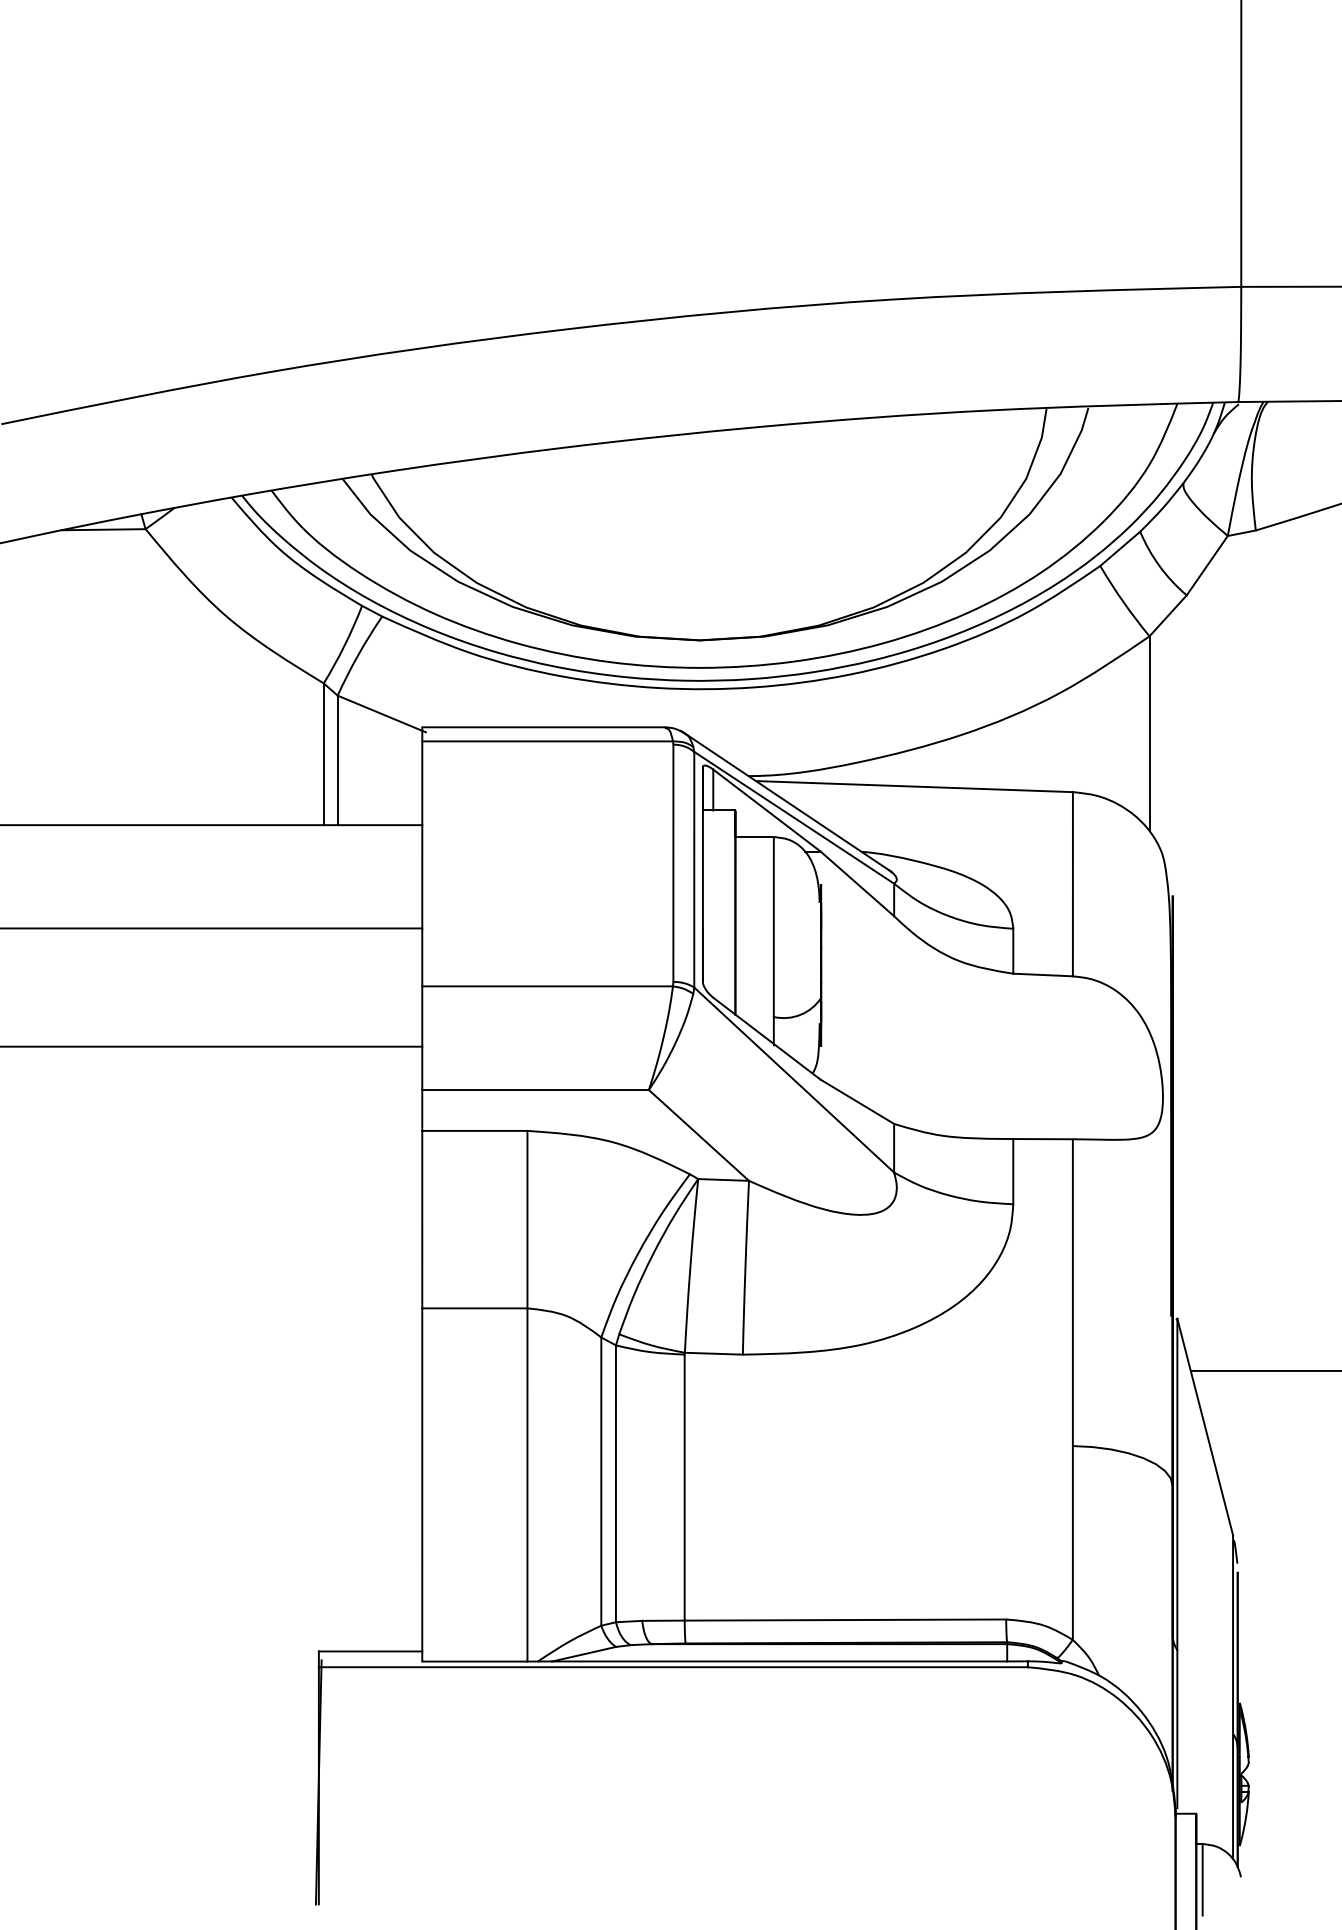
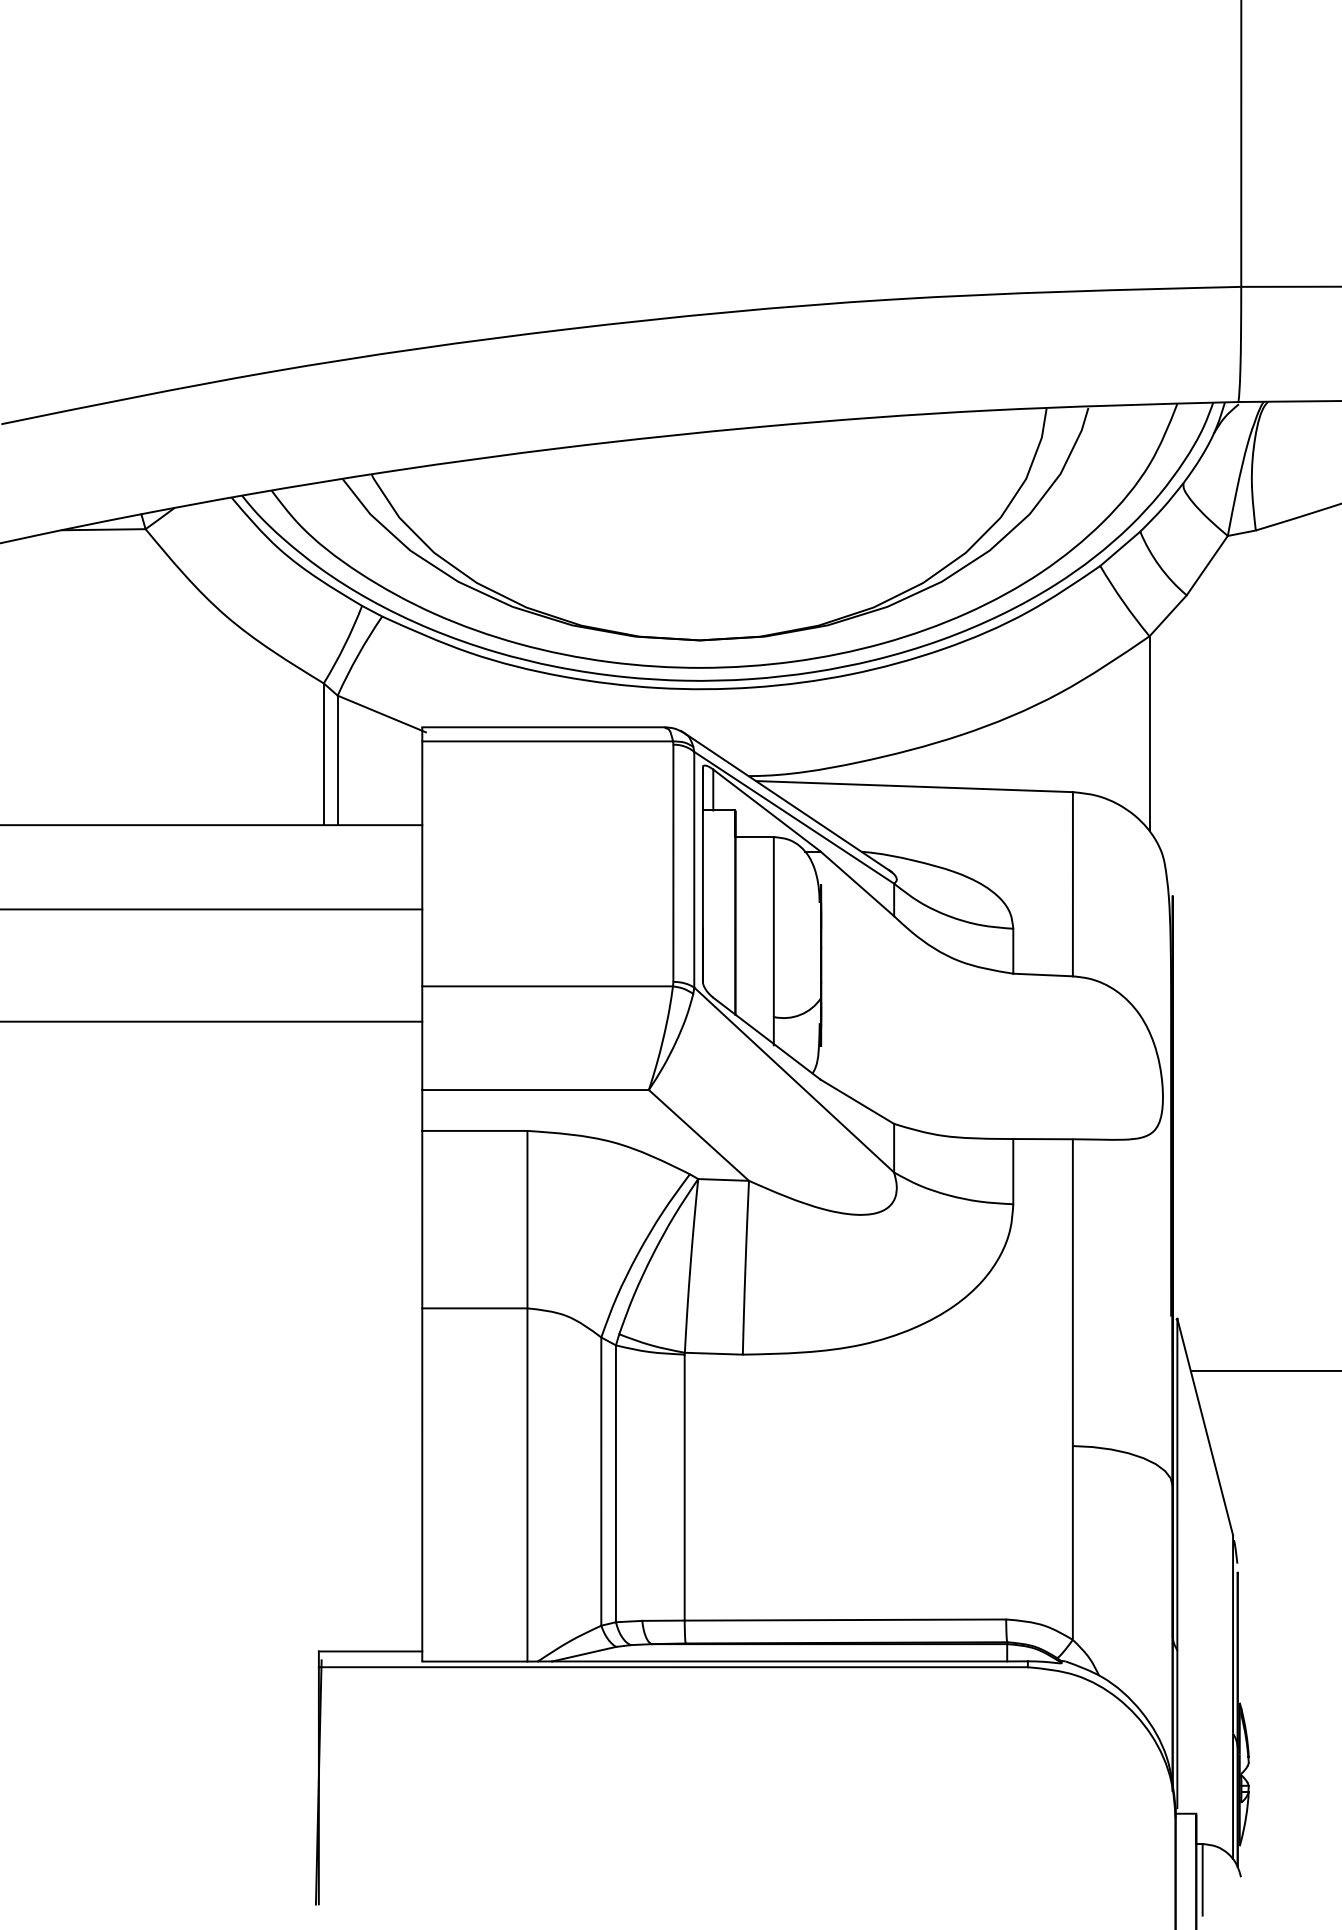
line at (212, 928) position: (212, 928) -> (212, 909)
line at (212, 1046) position: (212, 1046) -> (212, 1021)
